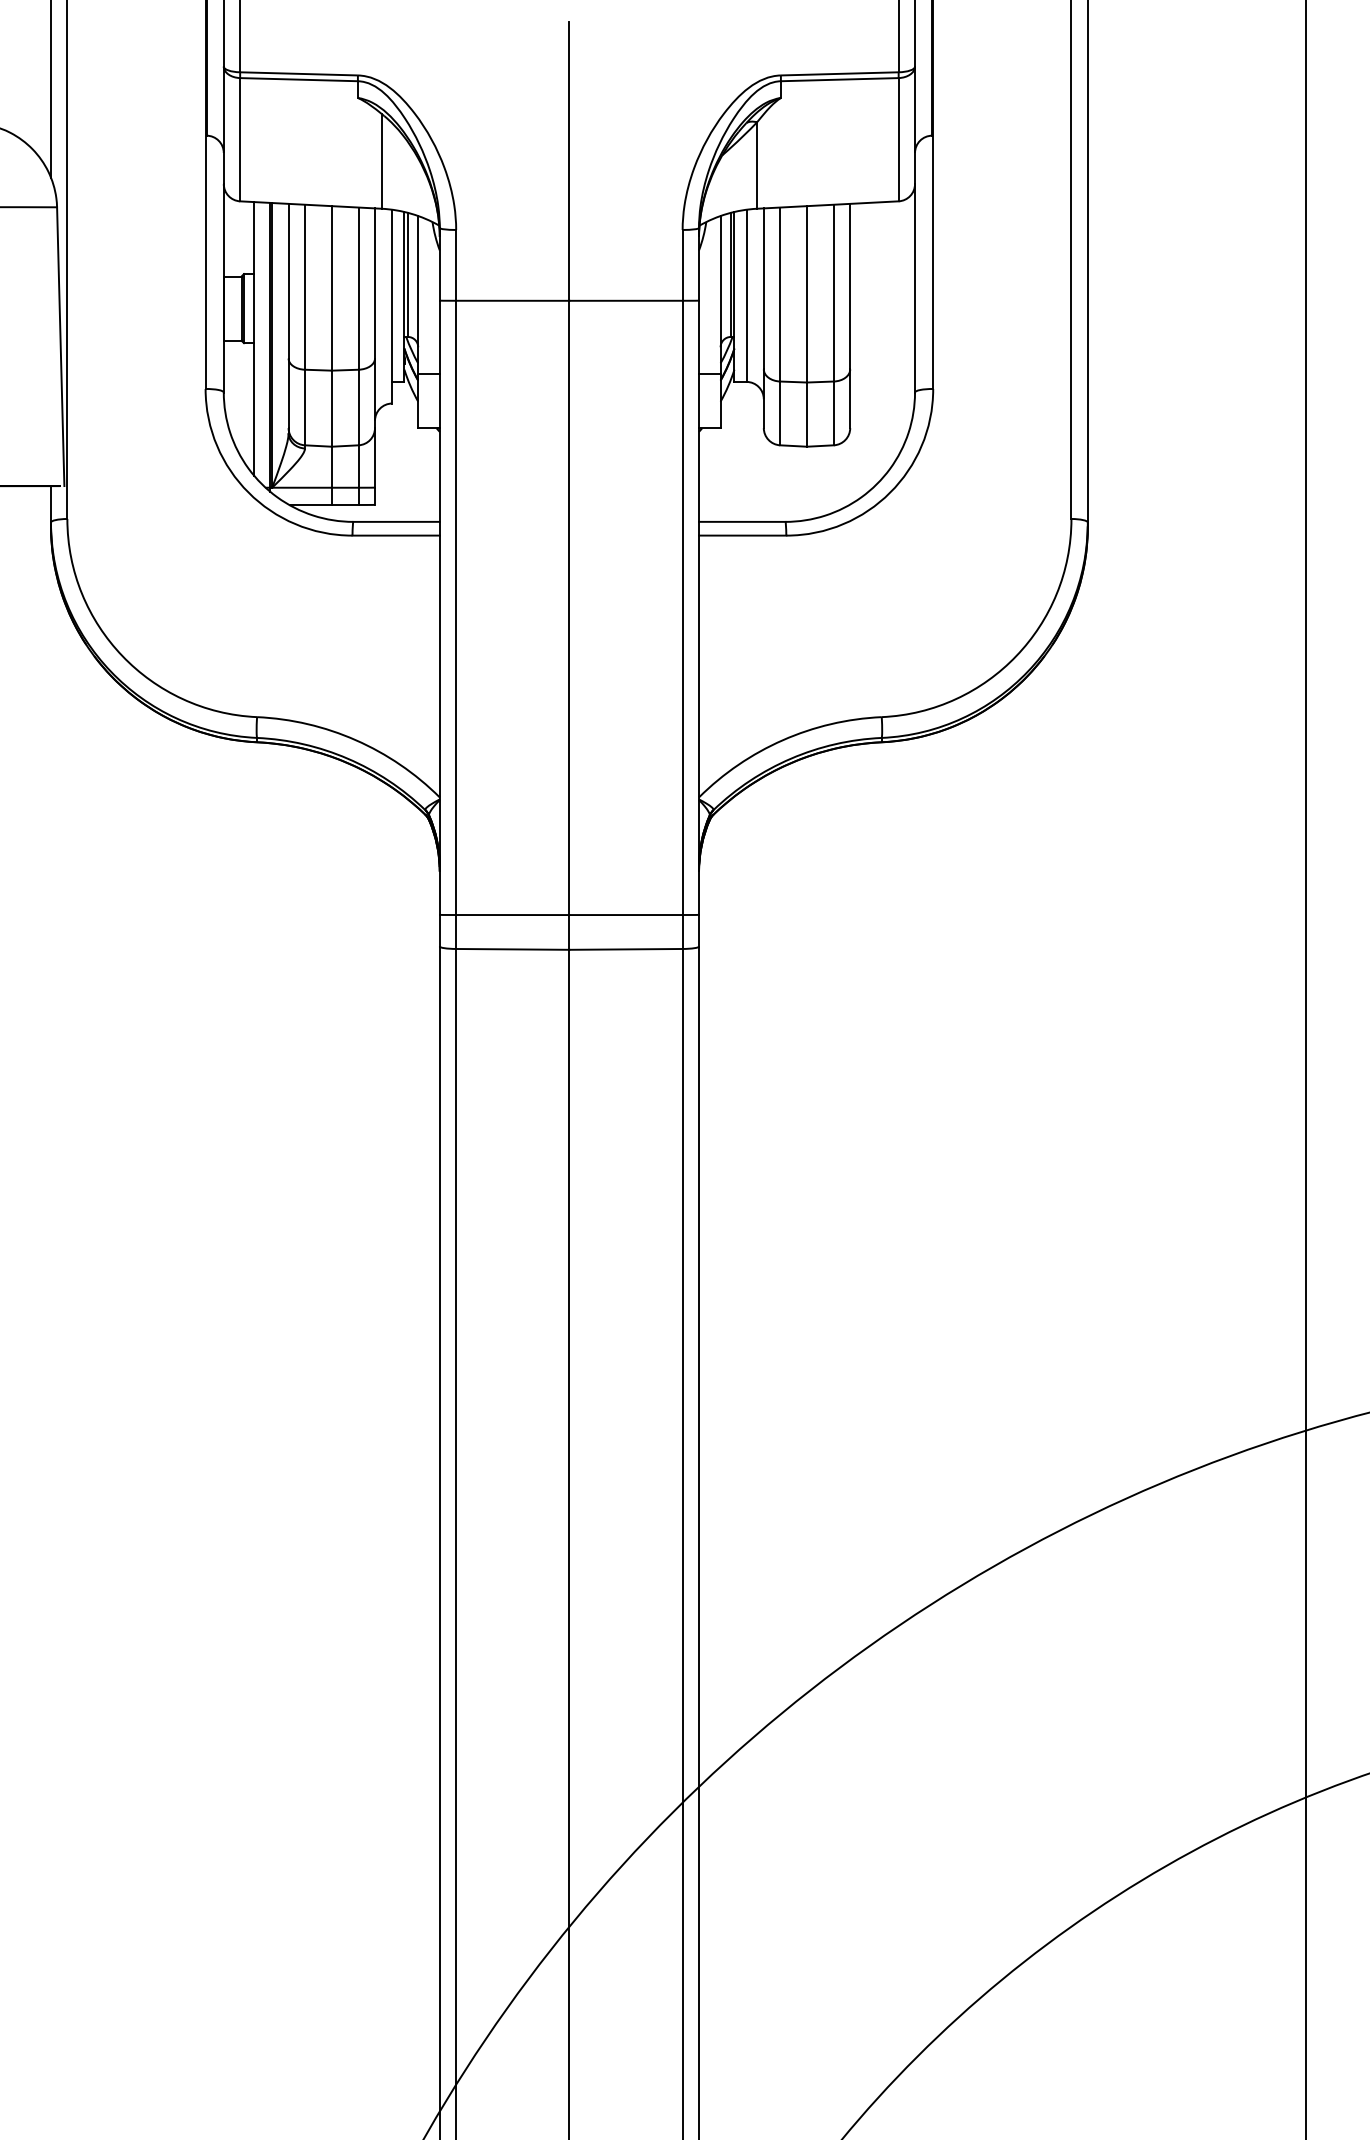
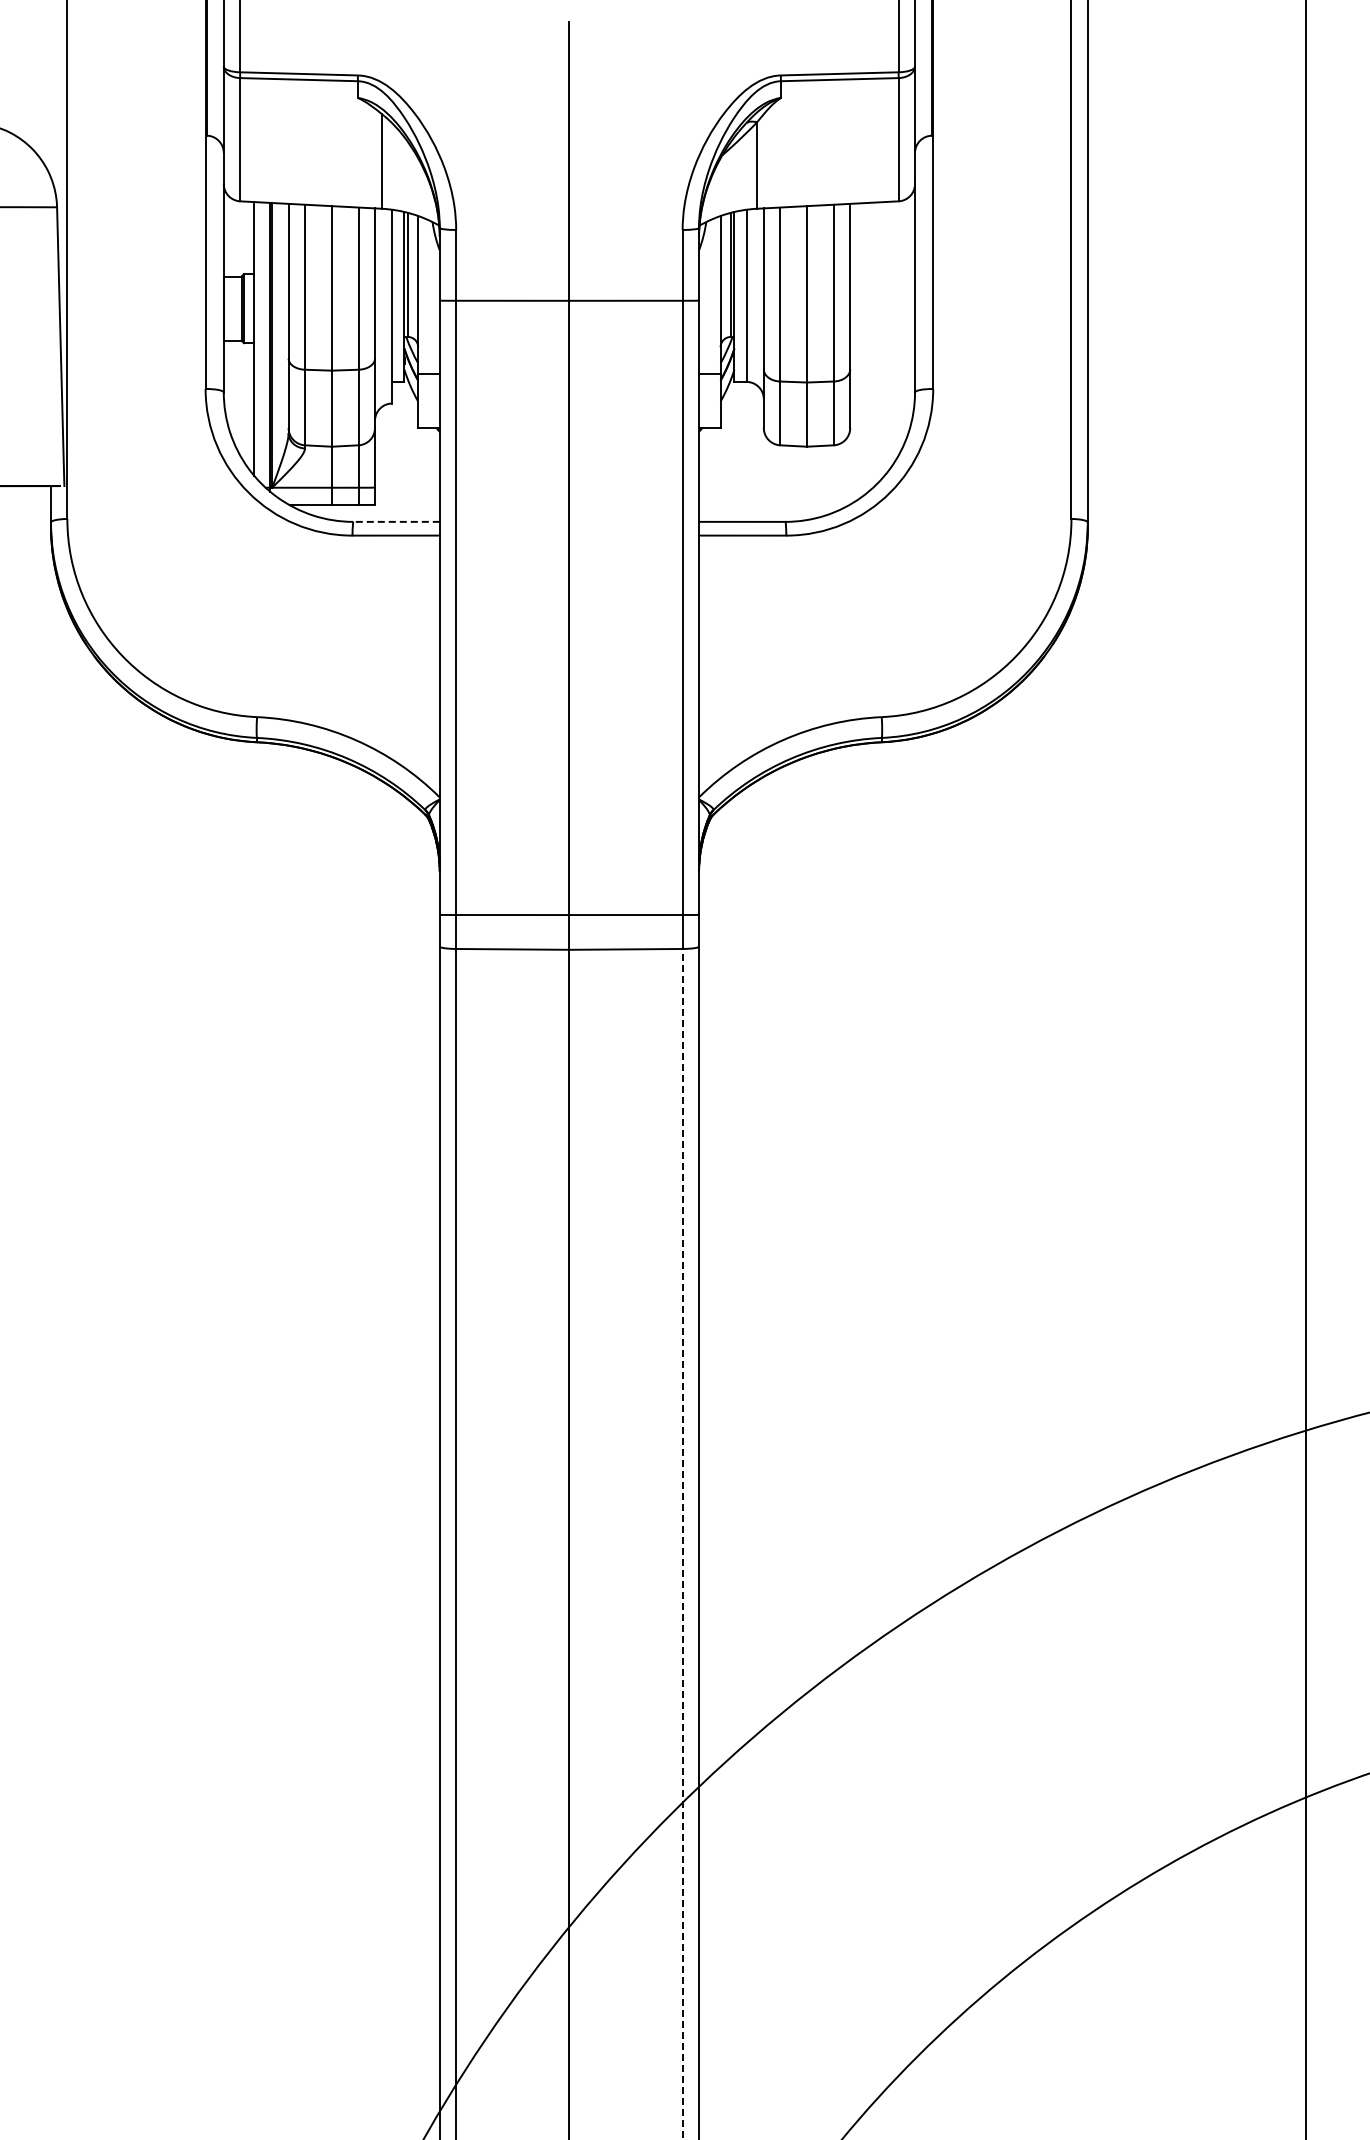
line at (51, 89): present -> none
line at (396, 521): solid -> dashed
line at (682, 1543): solid -> dashed
